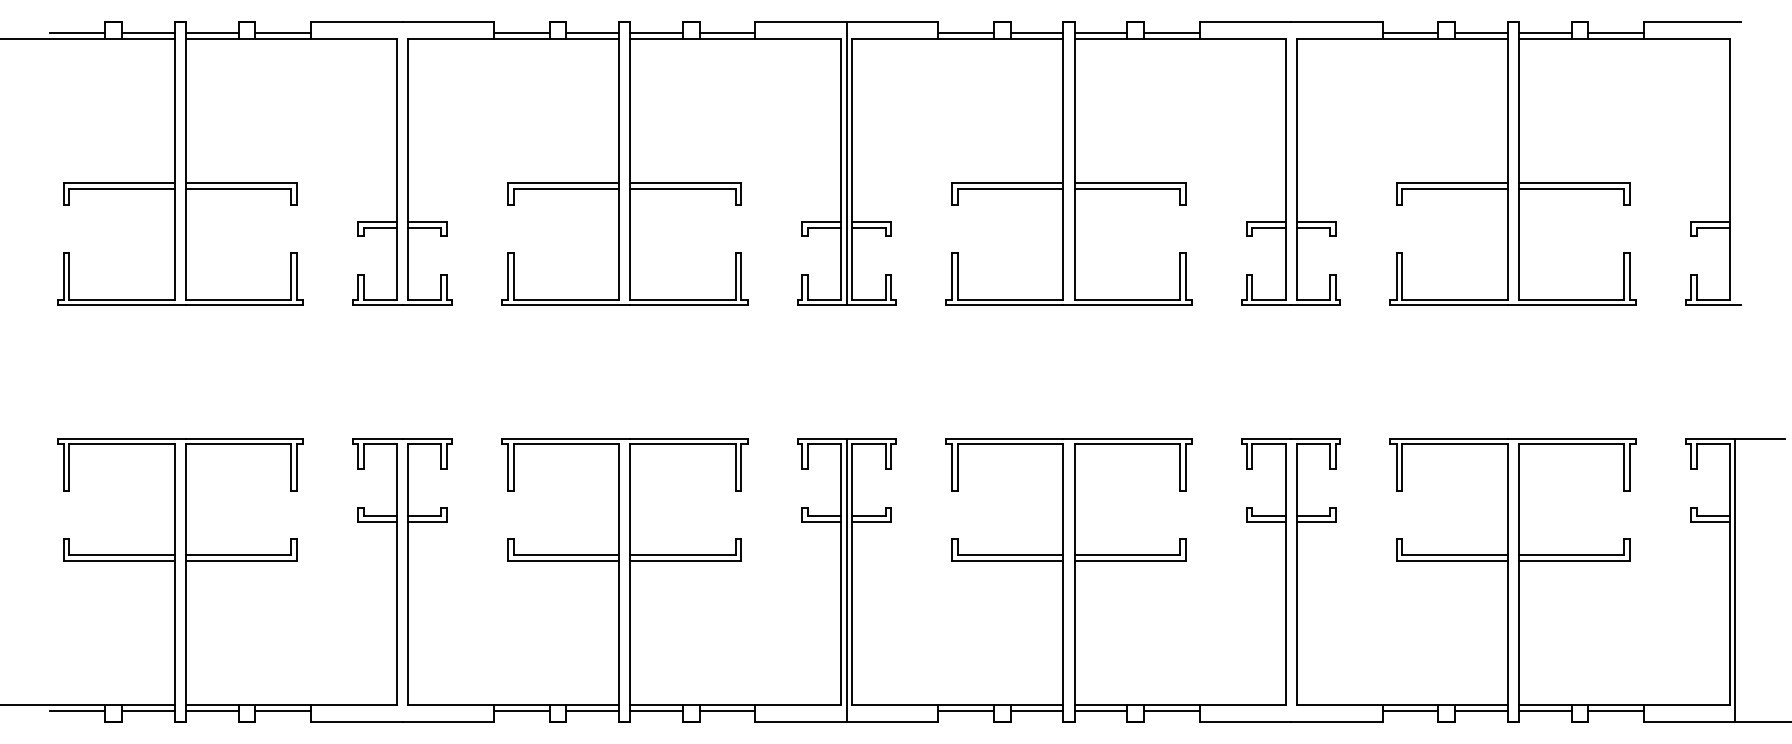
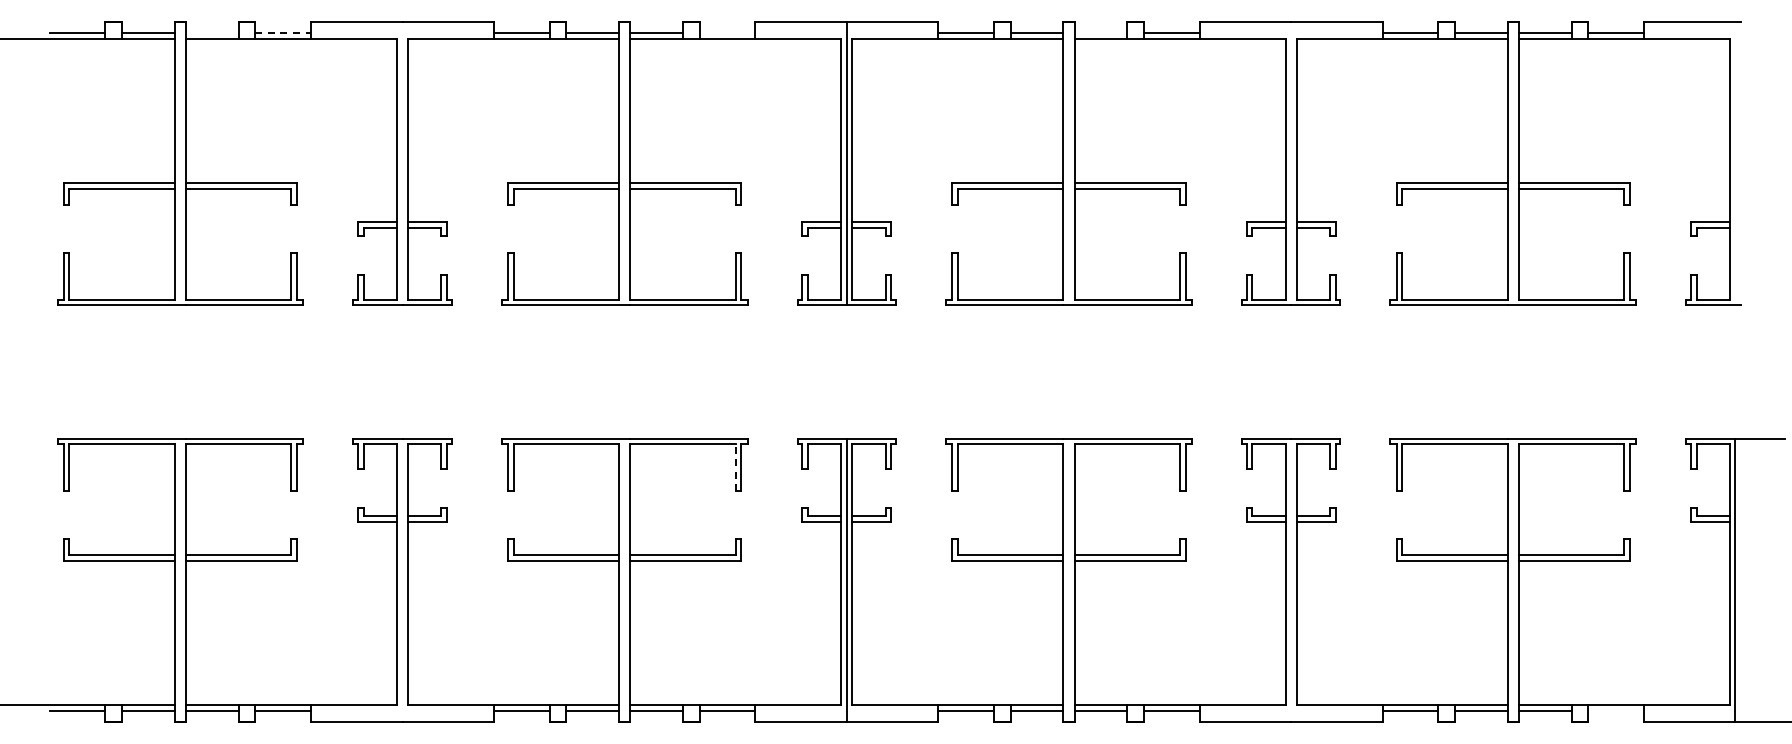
line at (211, 33): present -> none
line at (283, 33): solid -> dashed
line at (727, 33): present -> none
line at (1100, 33): present -> none
line at (735, 467): solid -> dashed
line at (1615, 710): present -> none
